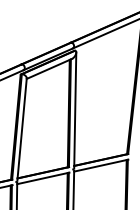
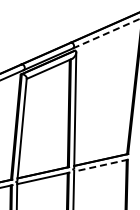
line at (106, 33): solid -> dashed
line at (101, 165): solid -> dashed
